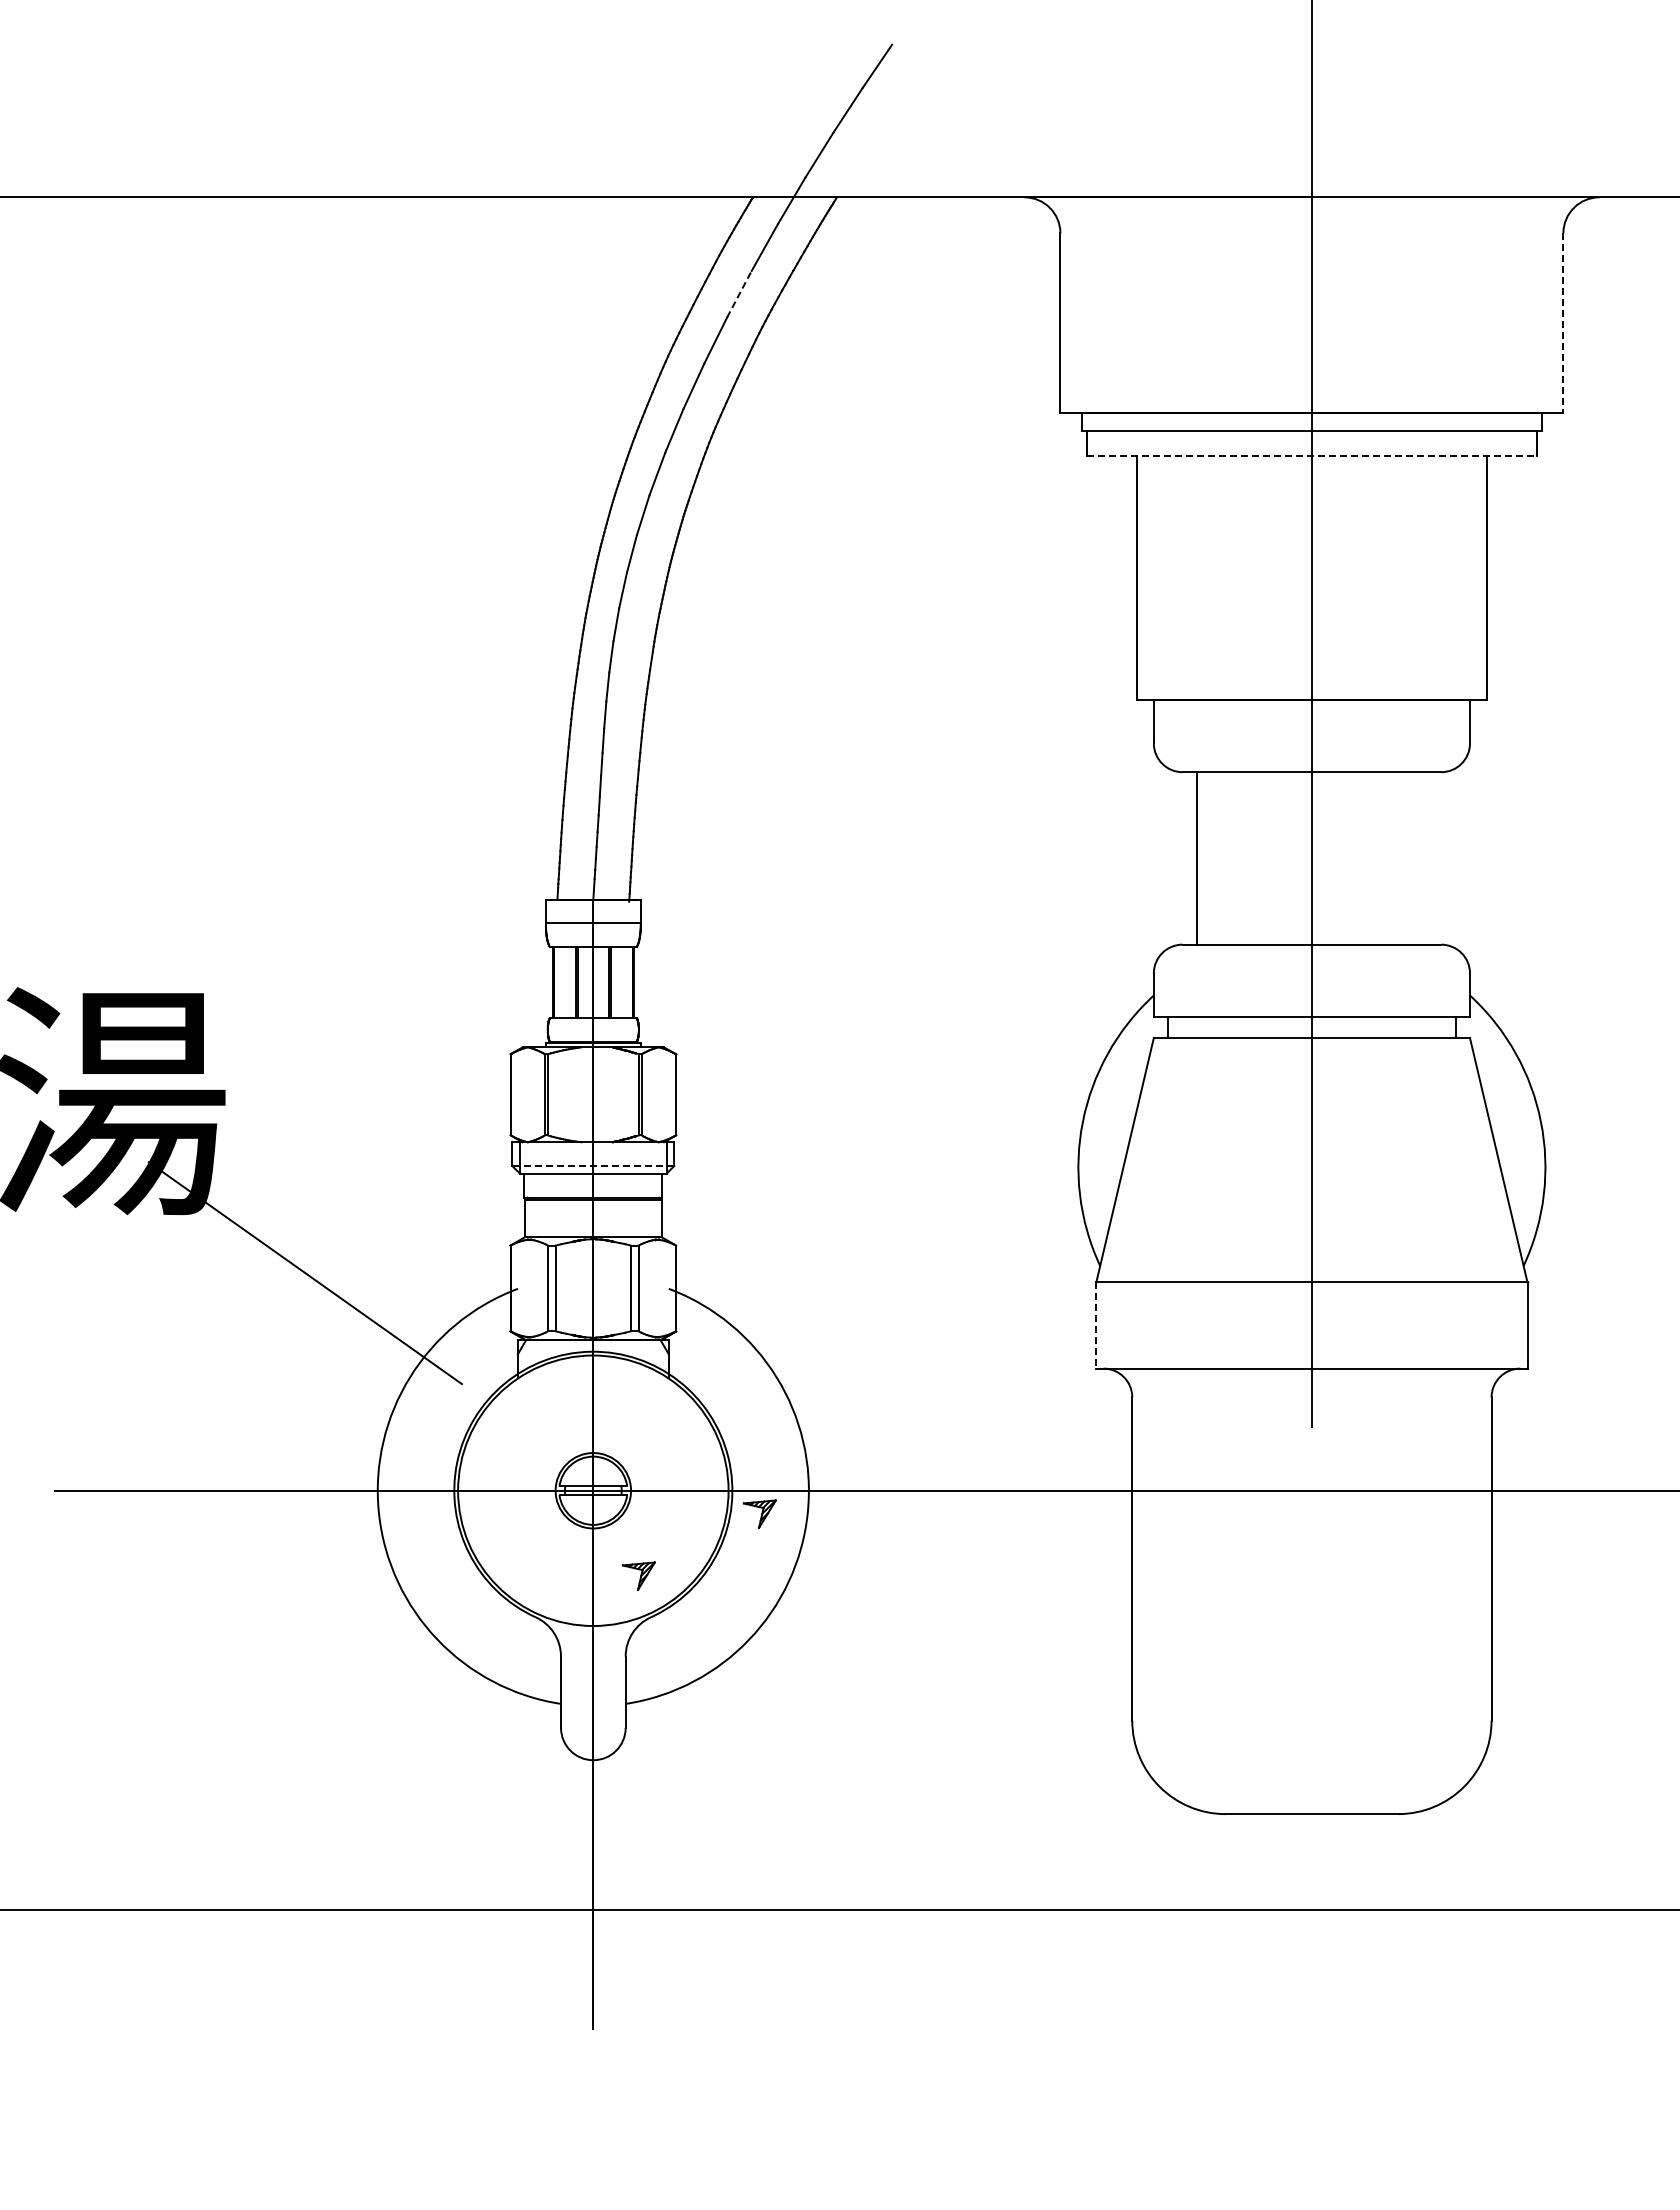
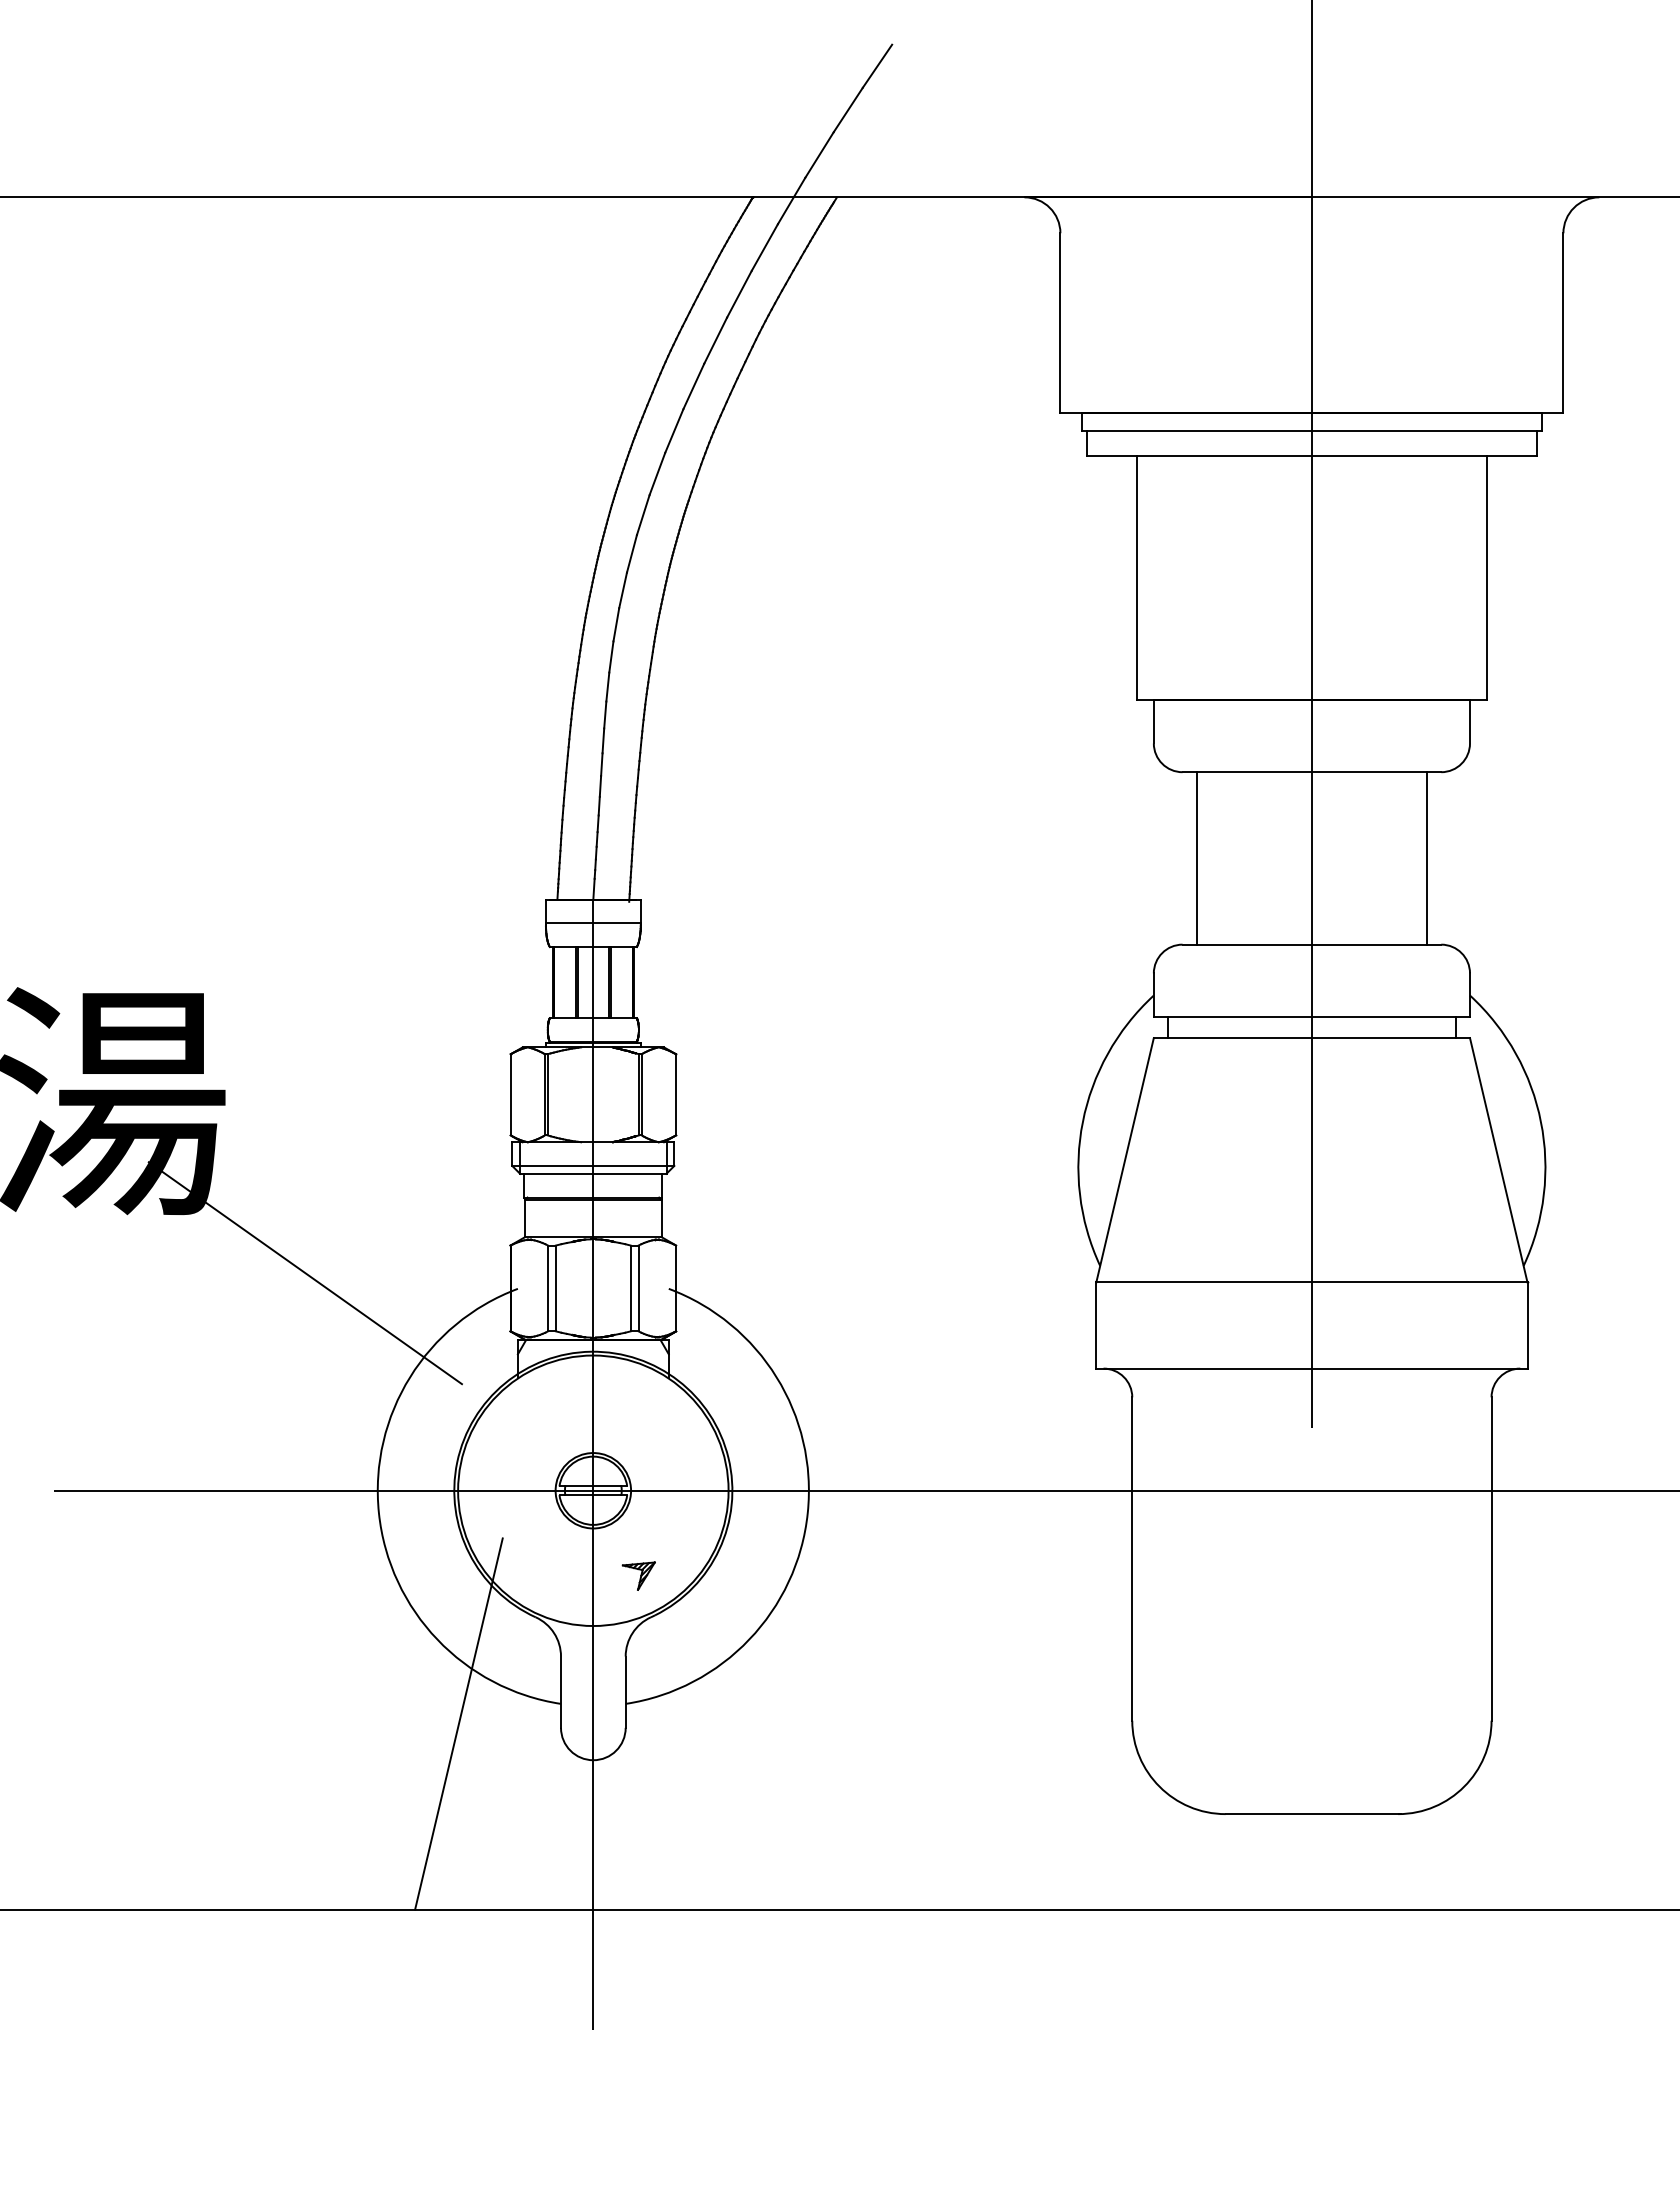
line at (739, 293): dashed -> solid
line at (1563, 323): dashed -> solid
line at (1311, 456): dashed -> solid
line at (1426, 858): none -> present
line at (592, 1165): dashed -> solid
line at (1096, 1326): dashed -> solid
part at (759, 1513): present -> none
line at (458, 1723): none -> present
